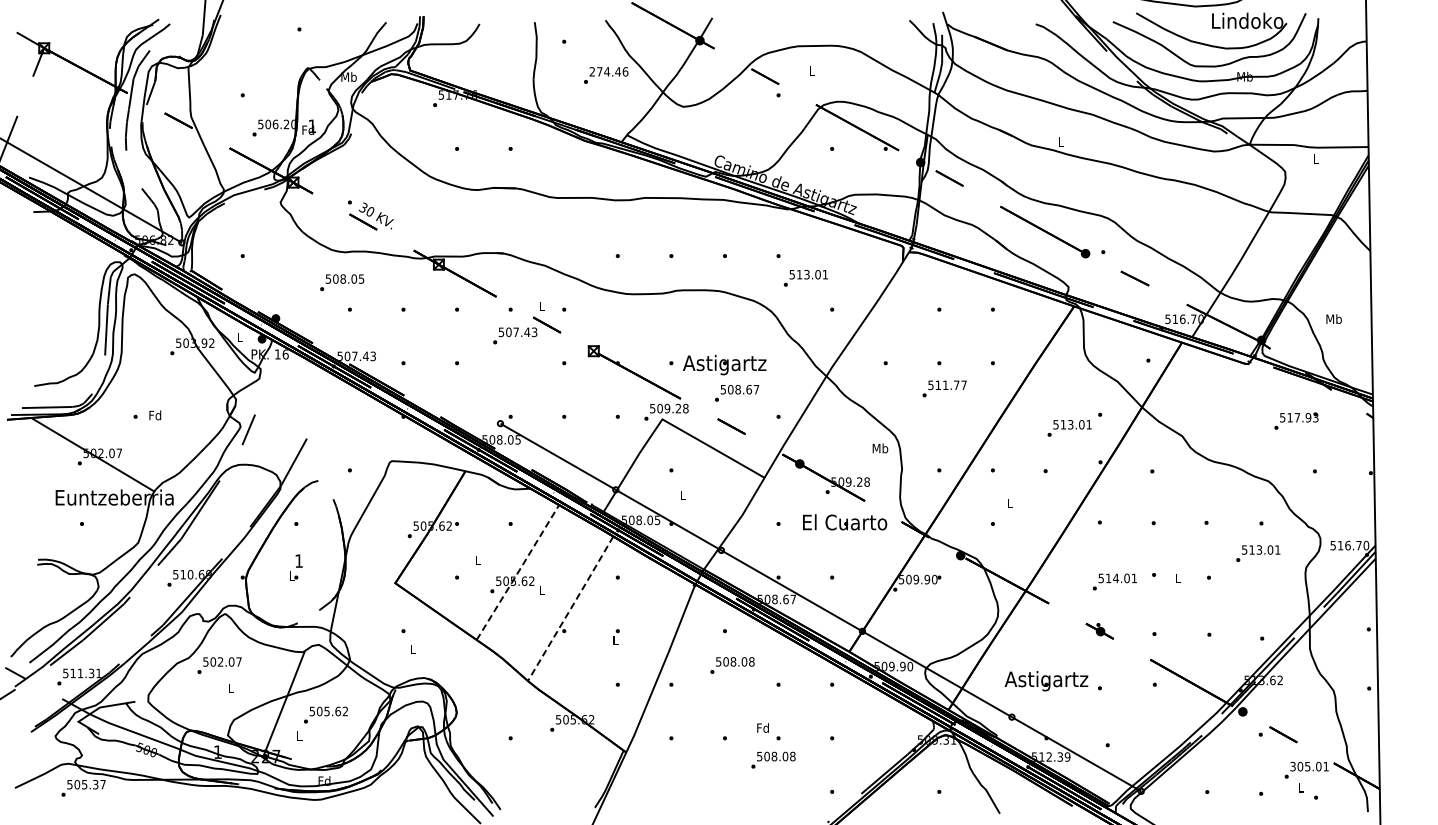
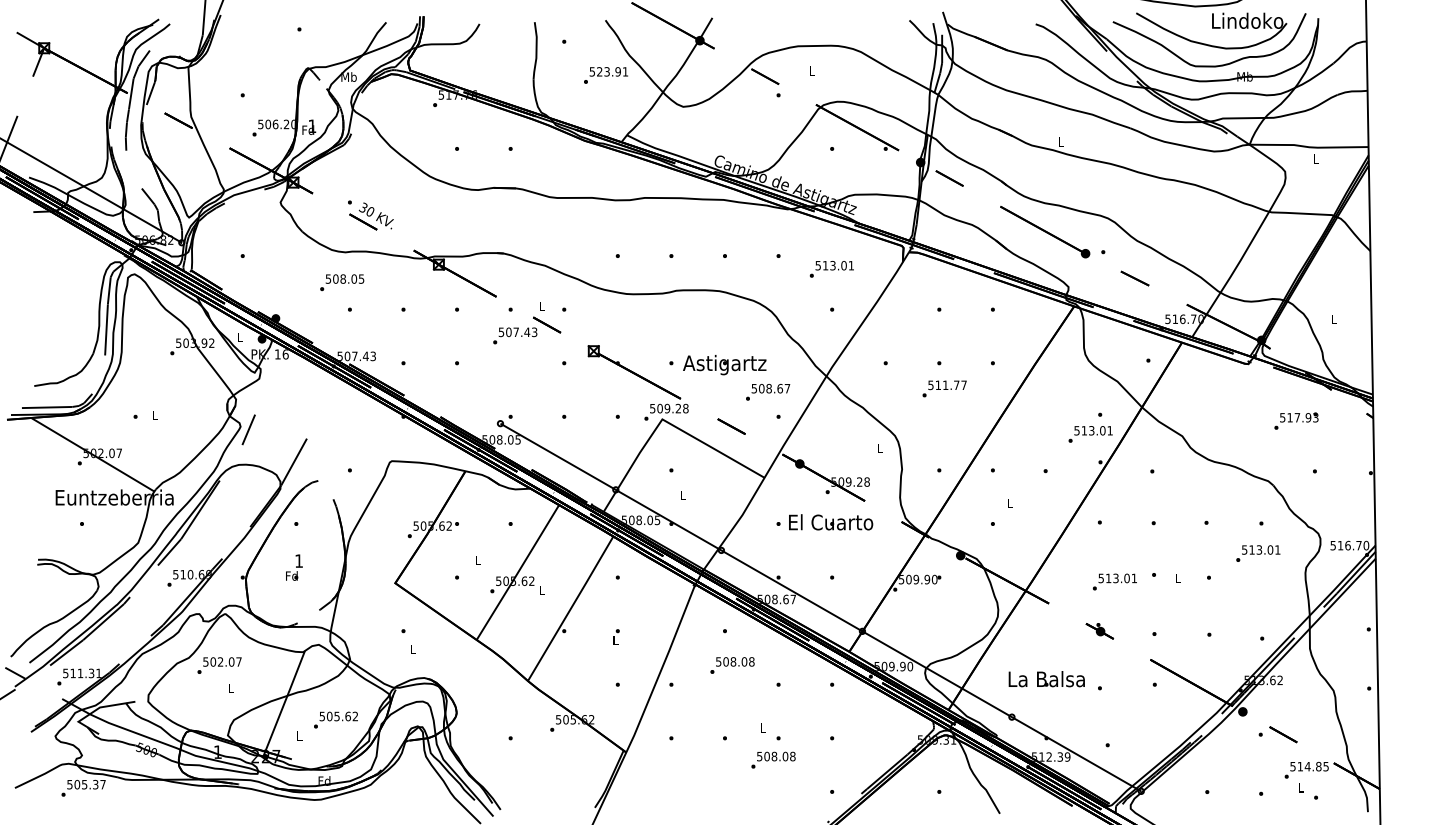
text at (608, 71): 274.46 -> 523.91
text at (805, 278) position: (805, 278) -> (831, 269)
text at (1333, 318): Mb -> L
text at (737, 393) position: (737, 393) -> (768, 392)
text at (155, 415): Fd -> L
text at (1069, 428) position: (1069, 428) -> (1090, 434)
text at (880, 448): Mb -> L
text at (845, 522) position: (845, 522) -> (831, 522)
line at (517, 572): dashed -> solid
text at (291, 575): L -> Fd
text at (1115, 578): 514.01 -> 513.01
line at (571, 608): dashed -> solid
text at (1046, 681): Astigartz -> La Balsa
text at (325, 714) position: (325, 714) -> (335, 719)
text at (762, 727): Fd -> L
text at (1309, 766): 305.01 -> 514.85
